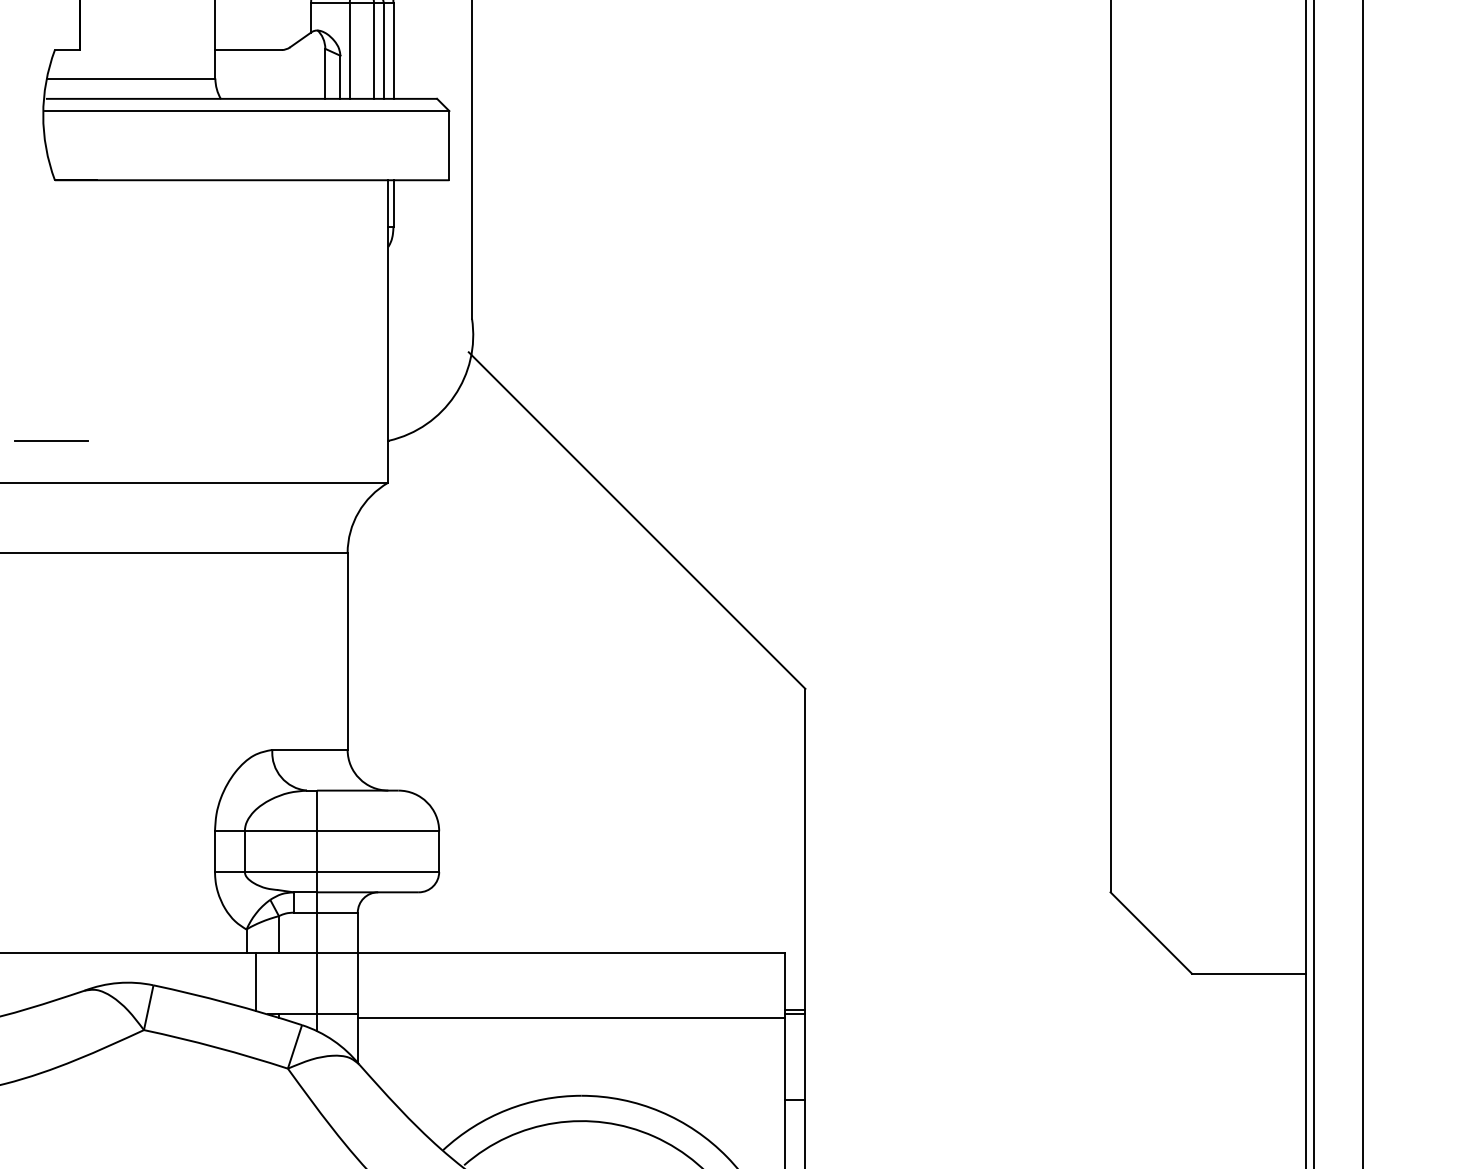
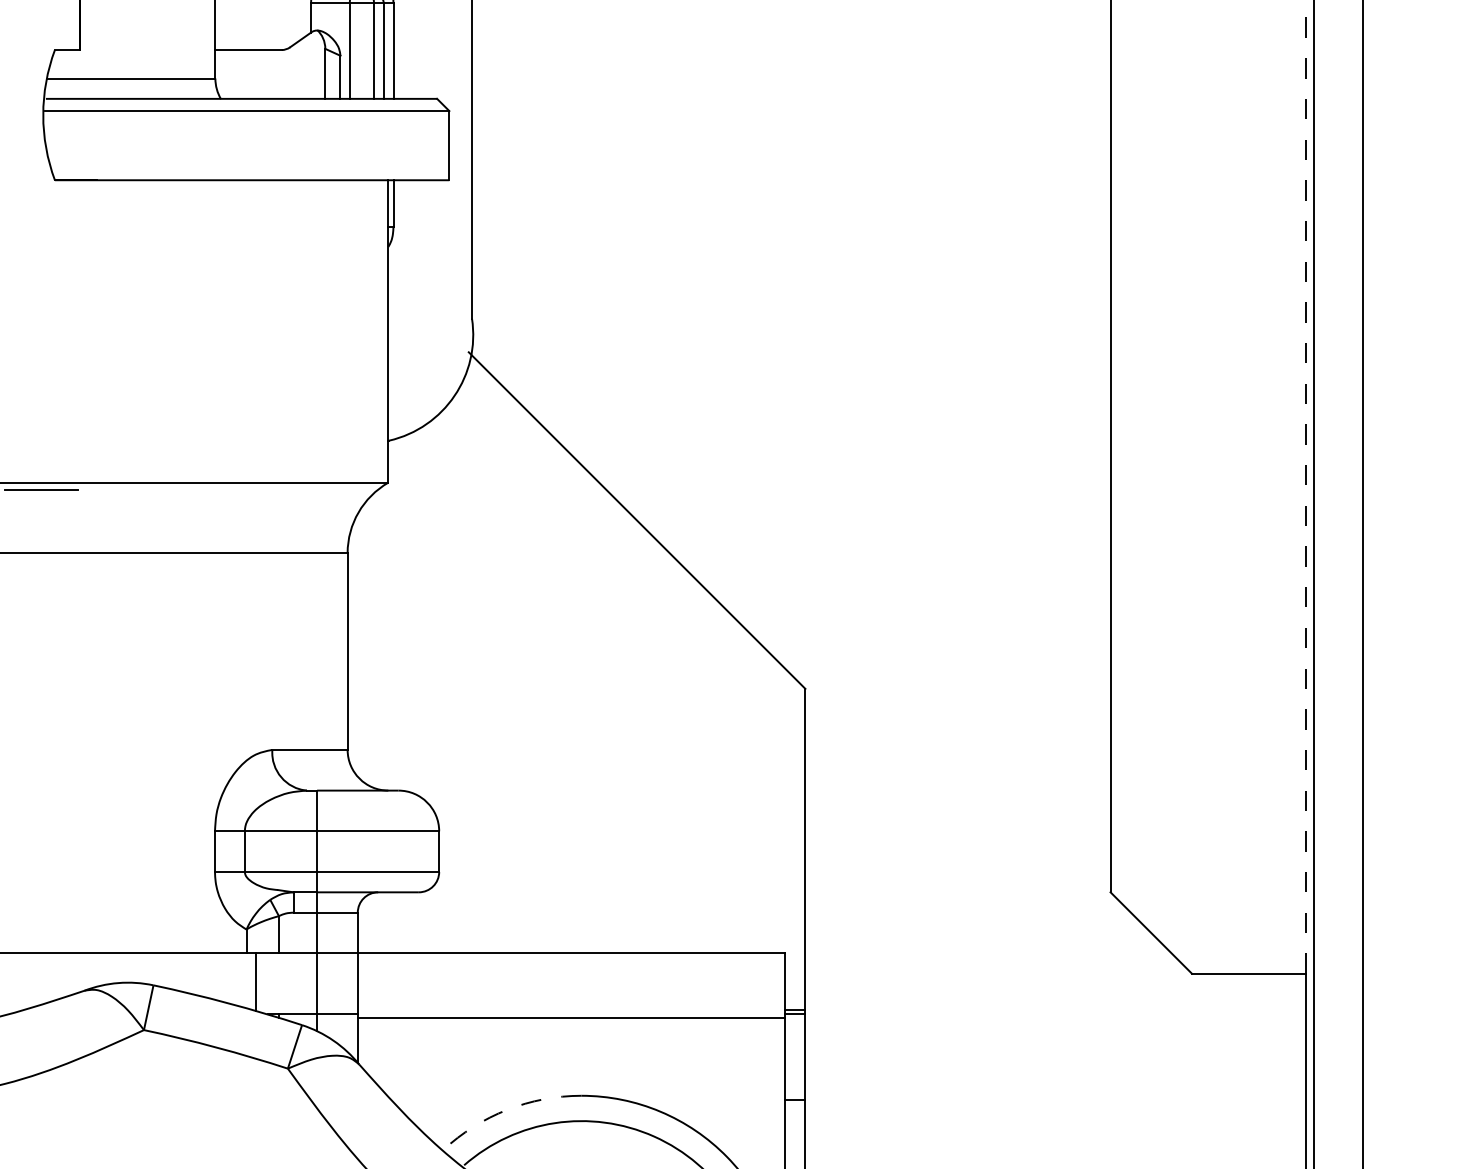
line at (51, 440) position: (51, 440) -> (41, 489)
line at (1305, 486): solid -> dashed
arc at (507, 1109): solid -> dashed
